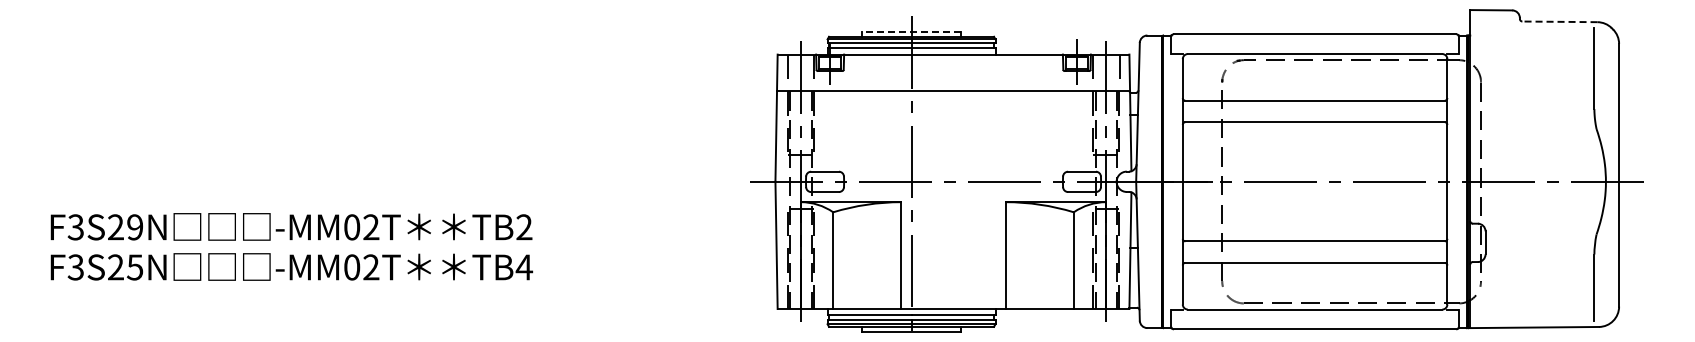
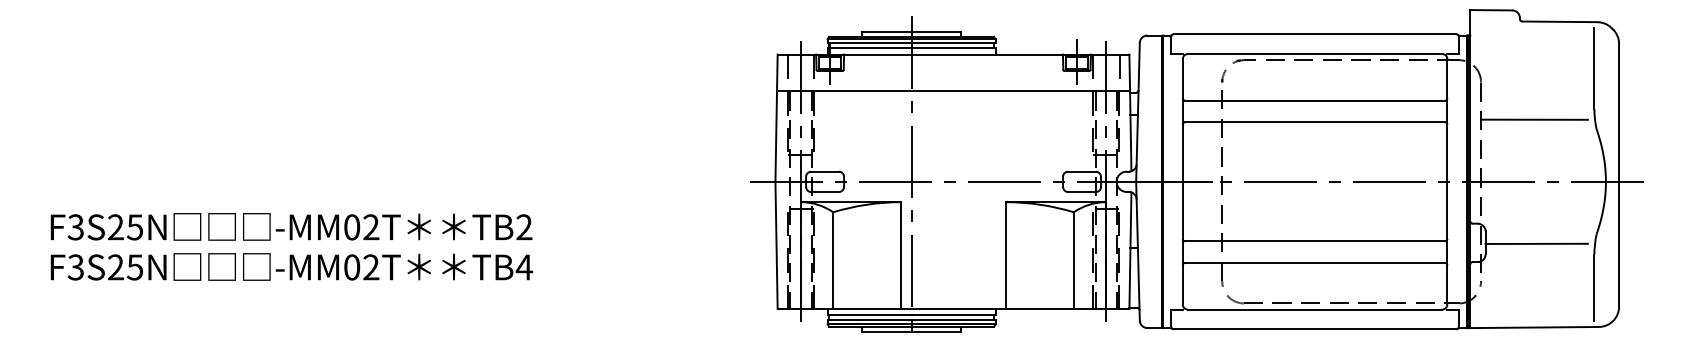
line at (1559, 21): dashed -> solid
line at (911, 31): dashed -> solid
line at (1534, 119): none -> present
text at (134, 227): F3S29N -> F3S25N
line at (1536, 243): none -> present
